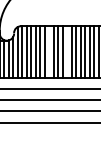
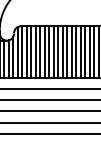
line at (49, 51): none -> present
line at (67, 51): none -> present
line at (49, 133): none -> present
